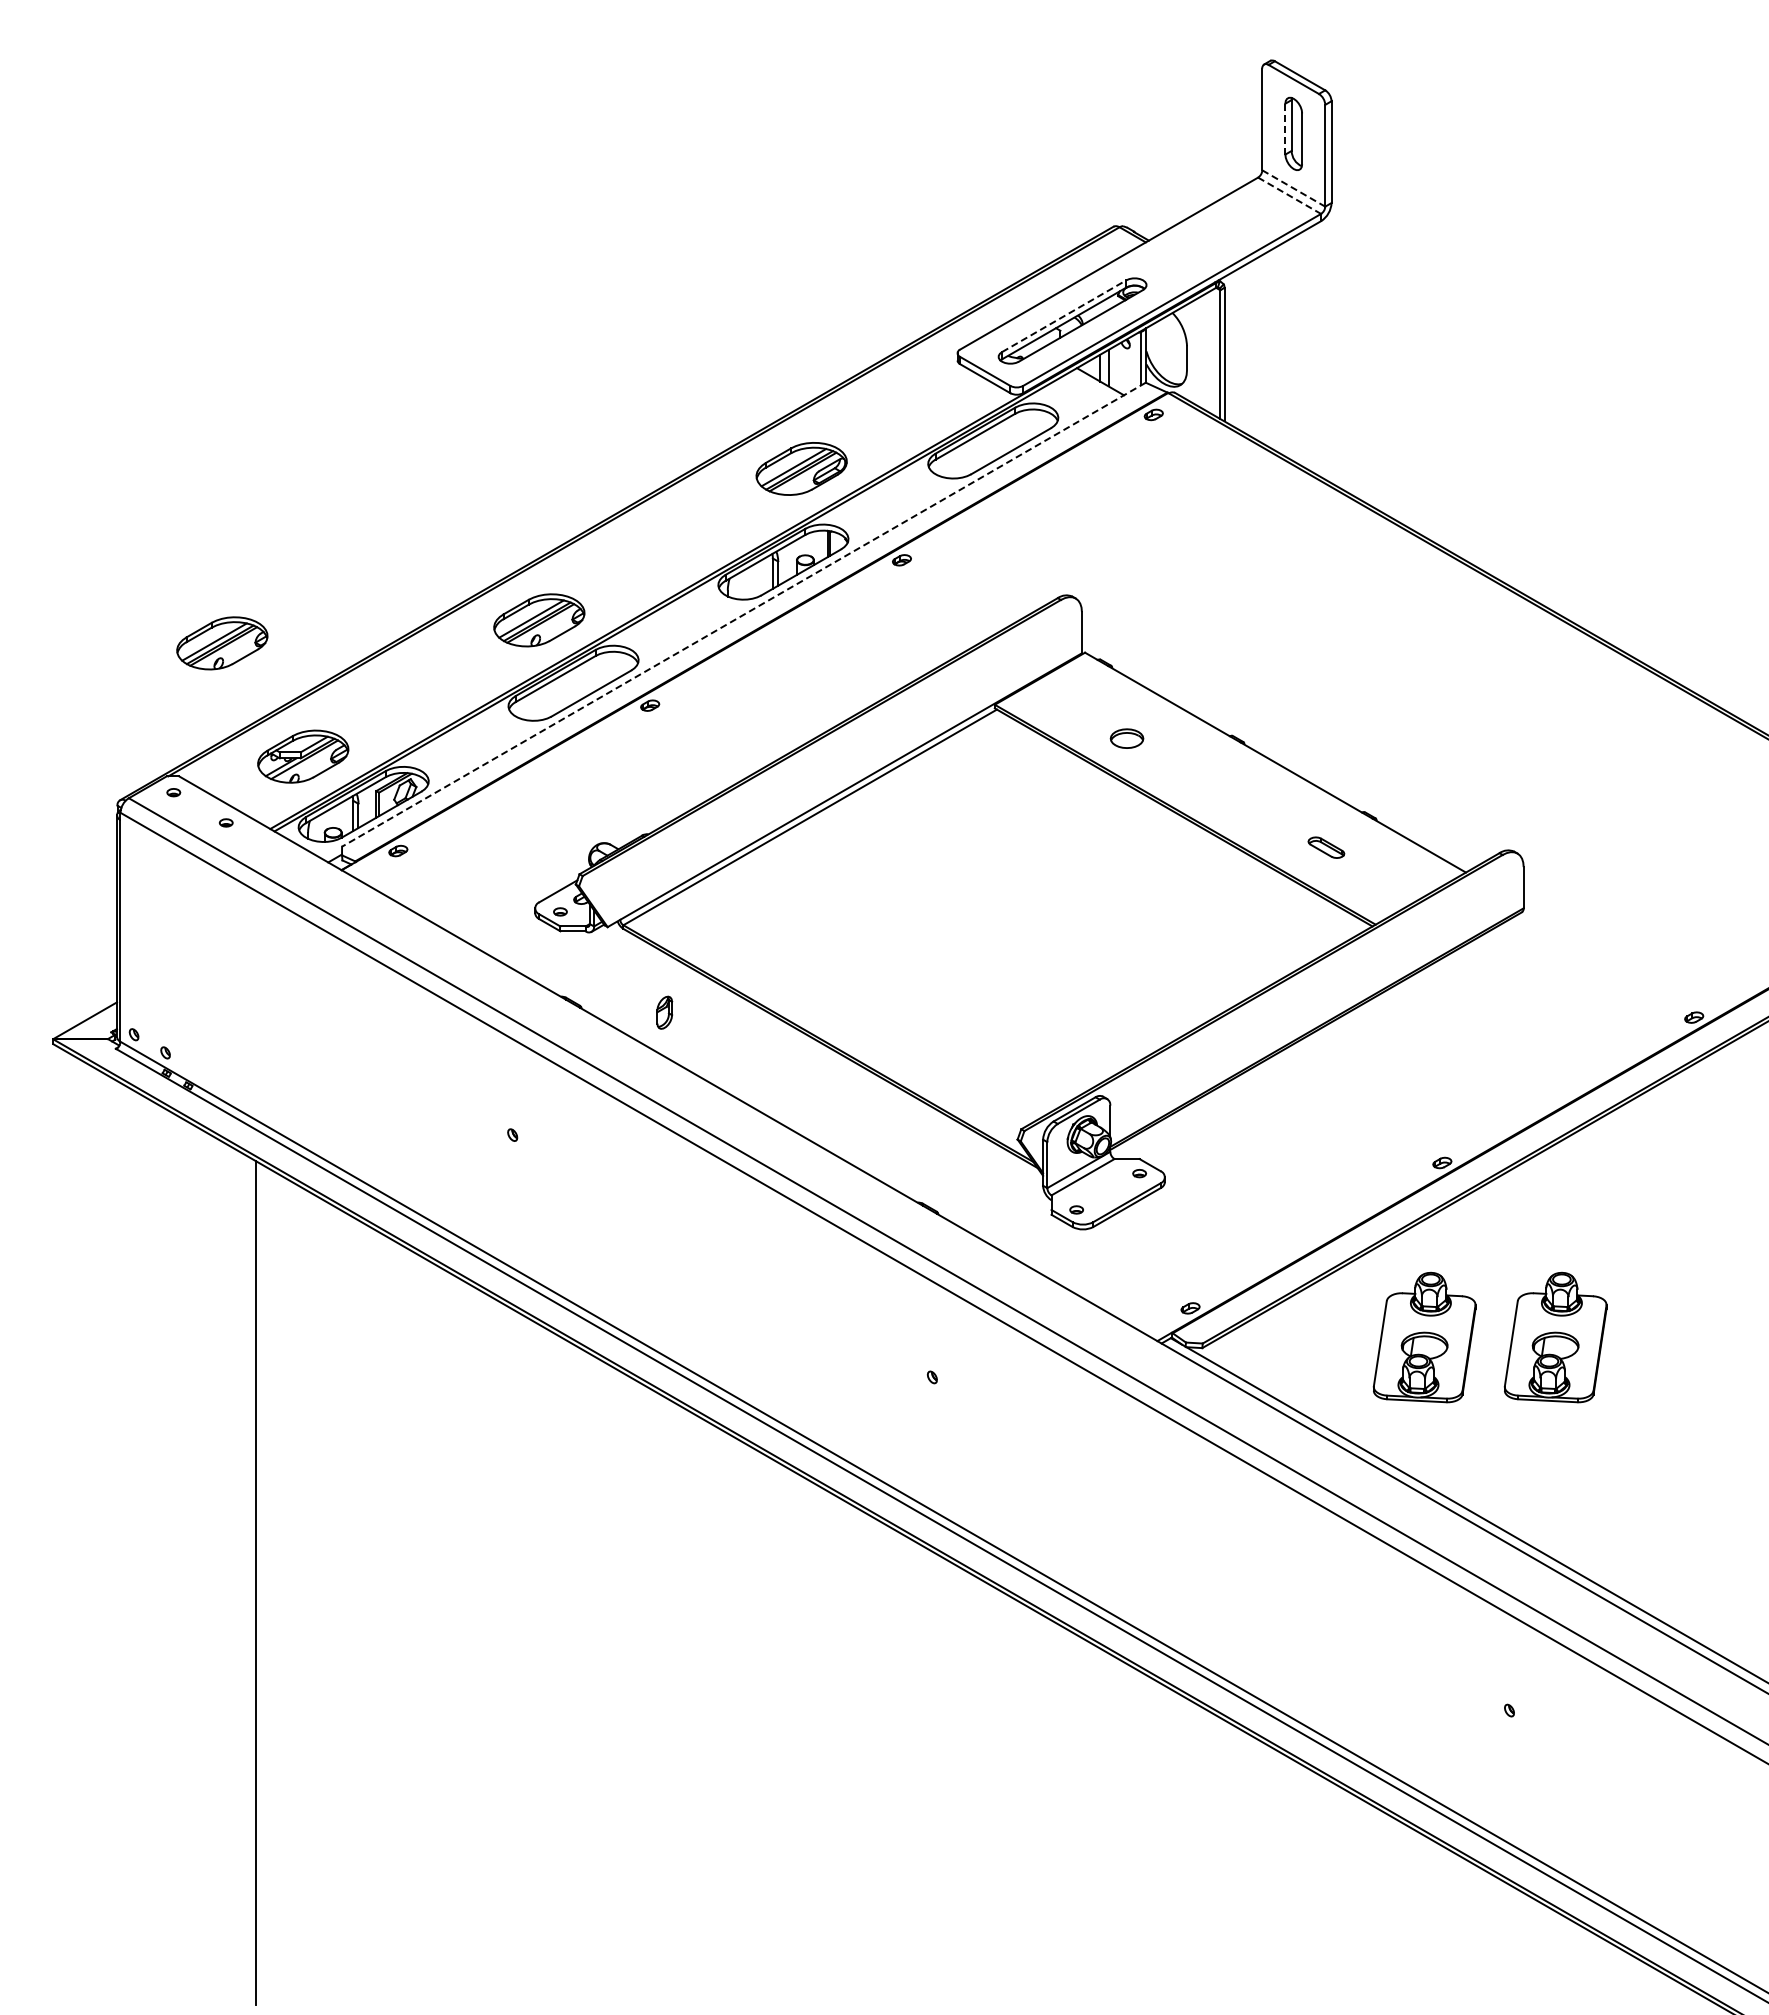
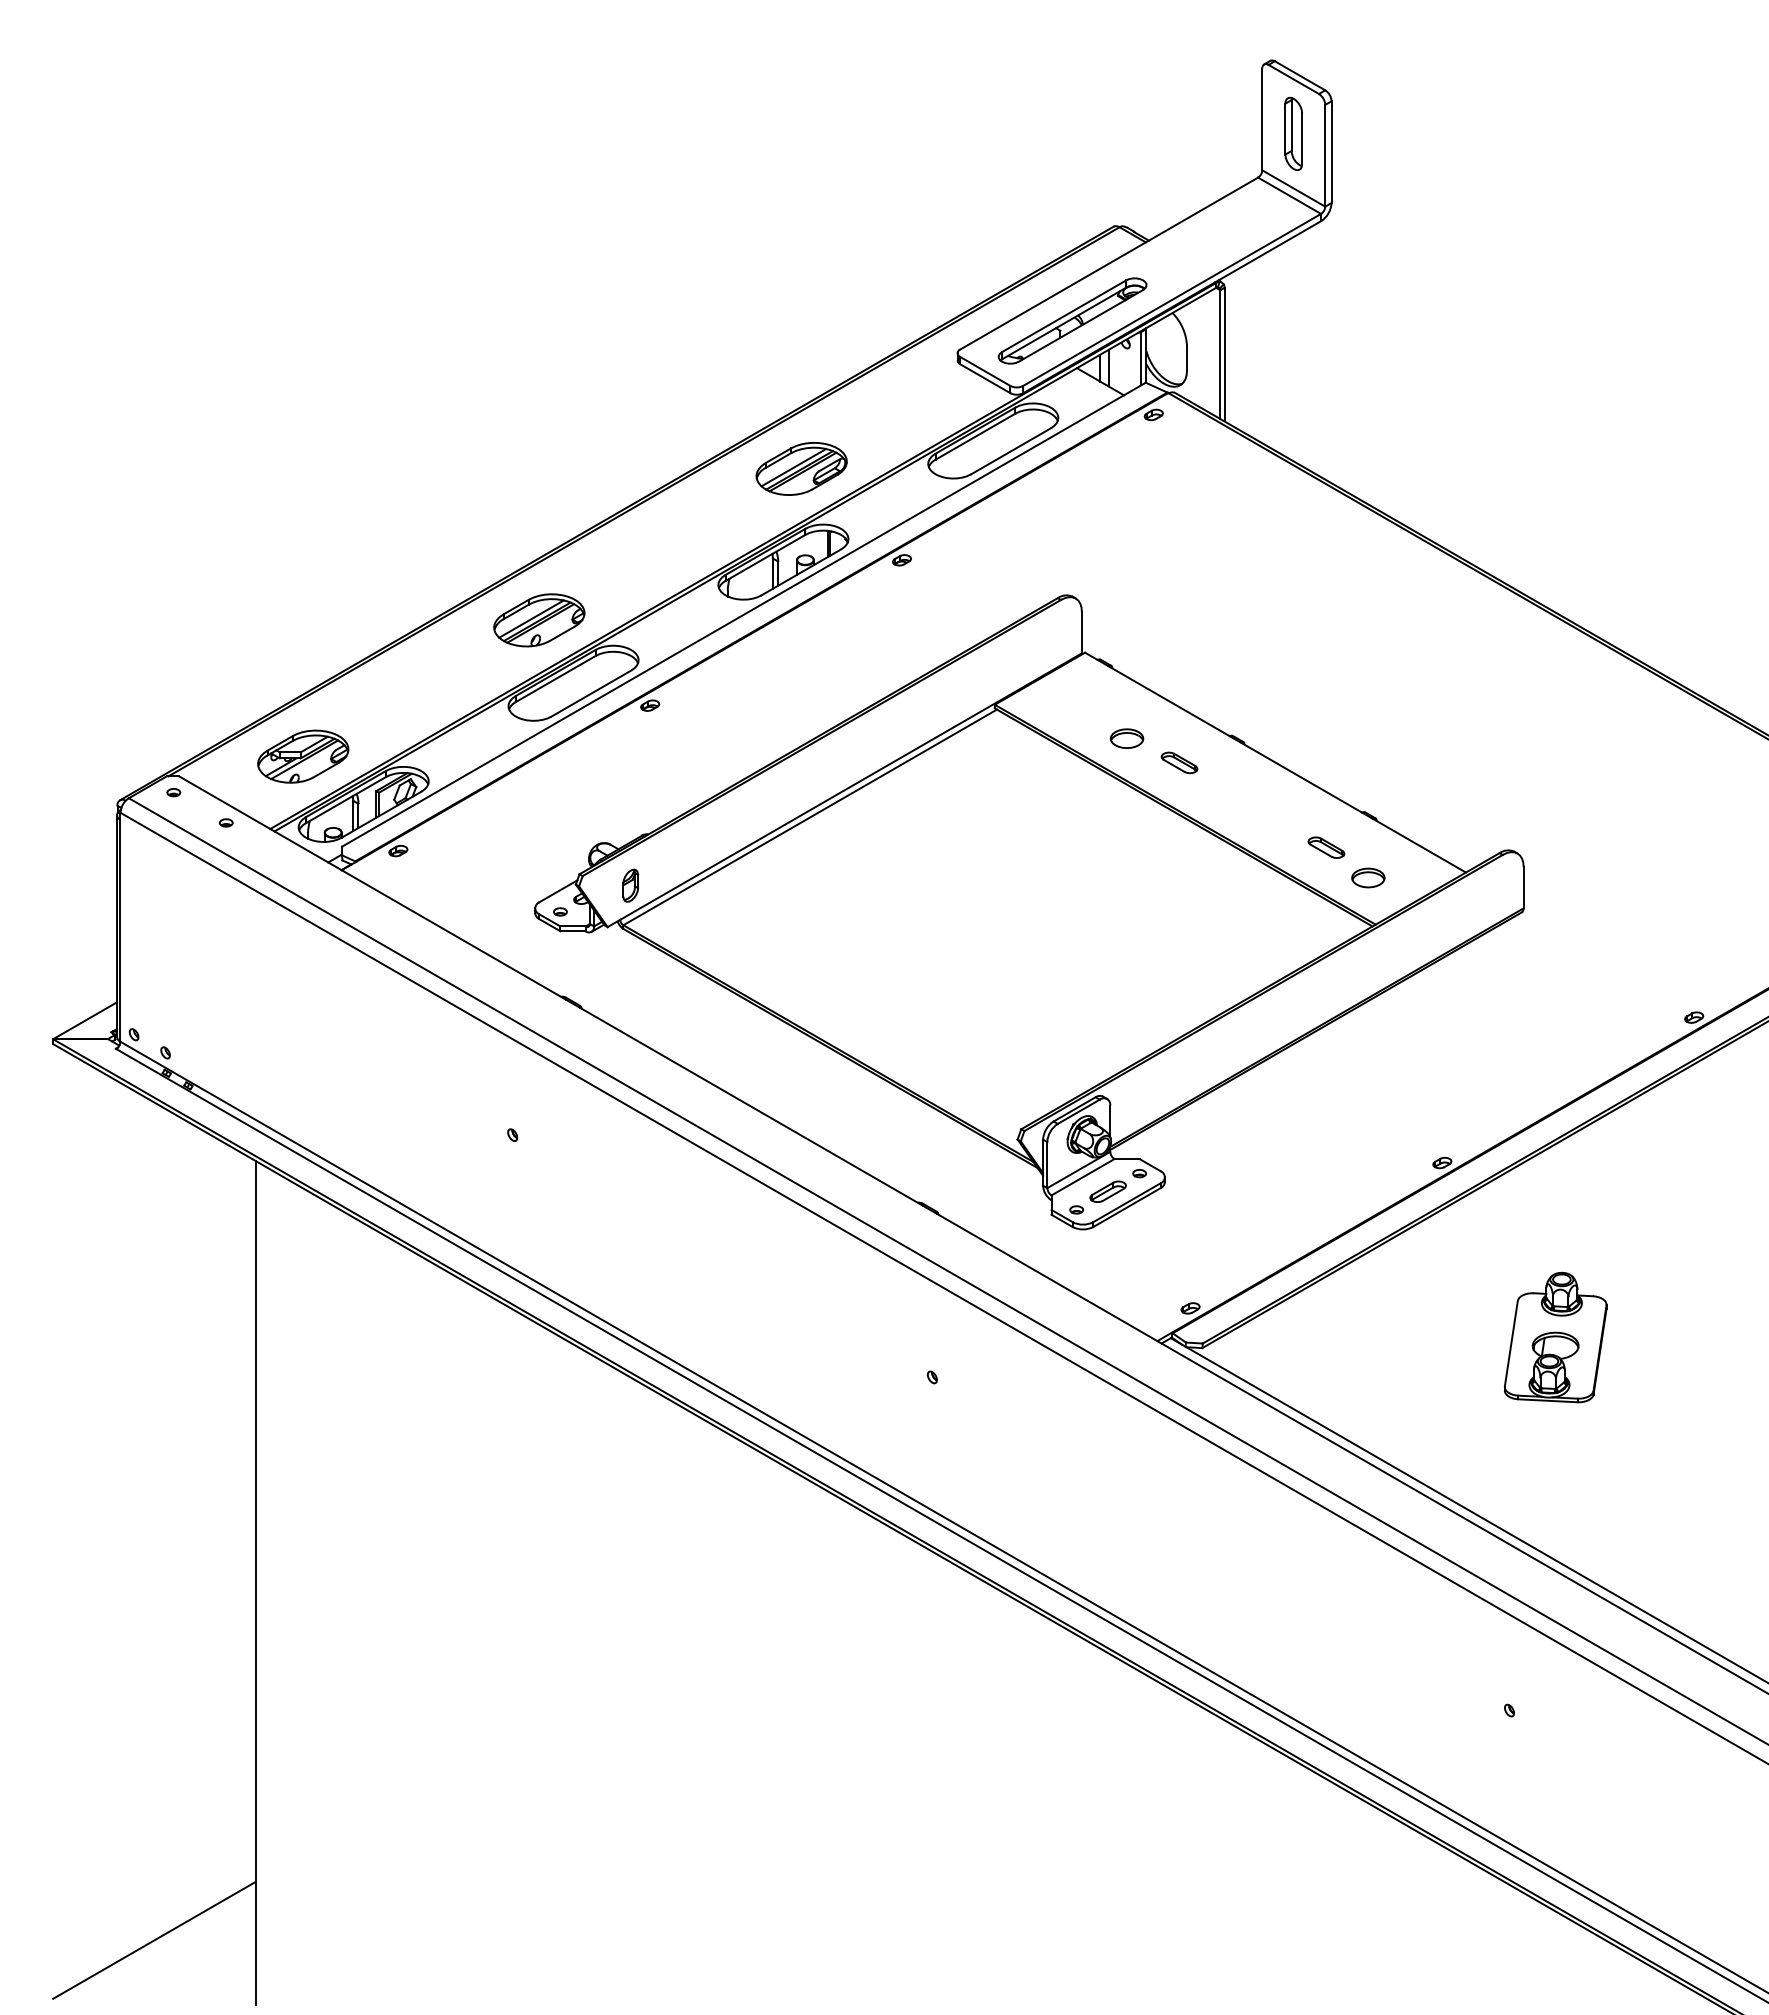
line at (1285, 128): dashed -> solid
line at (1294, 188): dashed -> solid
line at (1290, 196): dashed -> solid
line at (1064, 316): dashed -> solid
line at (743, 614): dashed -> solid
part at (222, 643): present -> none
part at (1179, 762): none -> present
part at (1368, 877): none -> present
part at (664, 1012) position: (664, 1012) -> (630, 885)
part at (1107, 1191): none -> present
part at (1424, 1337): present -> none
line at (154, 1939): none -> present
